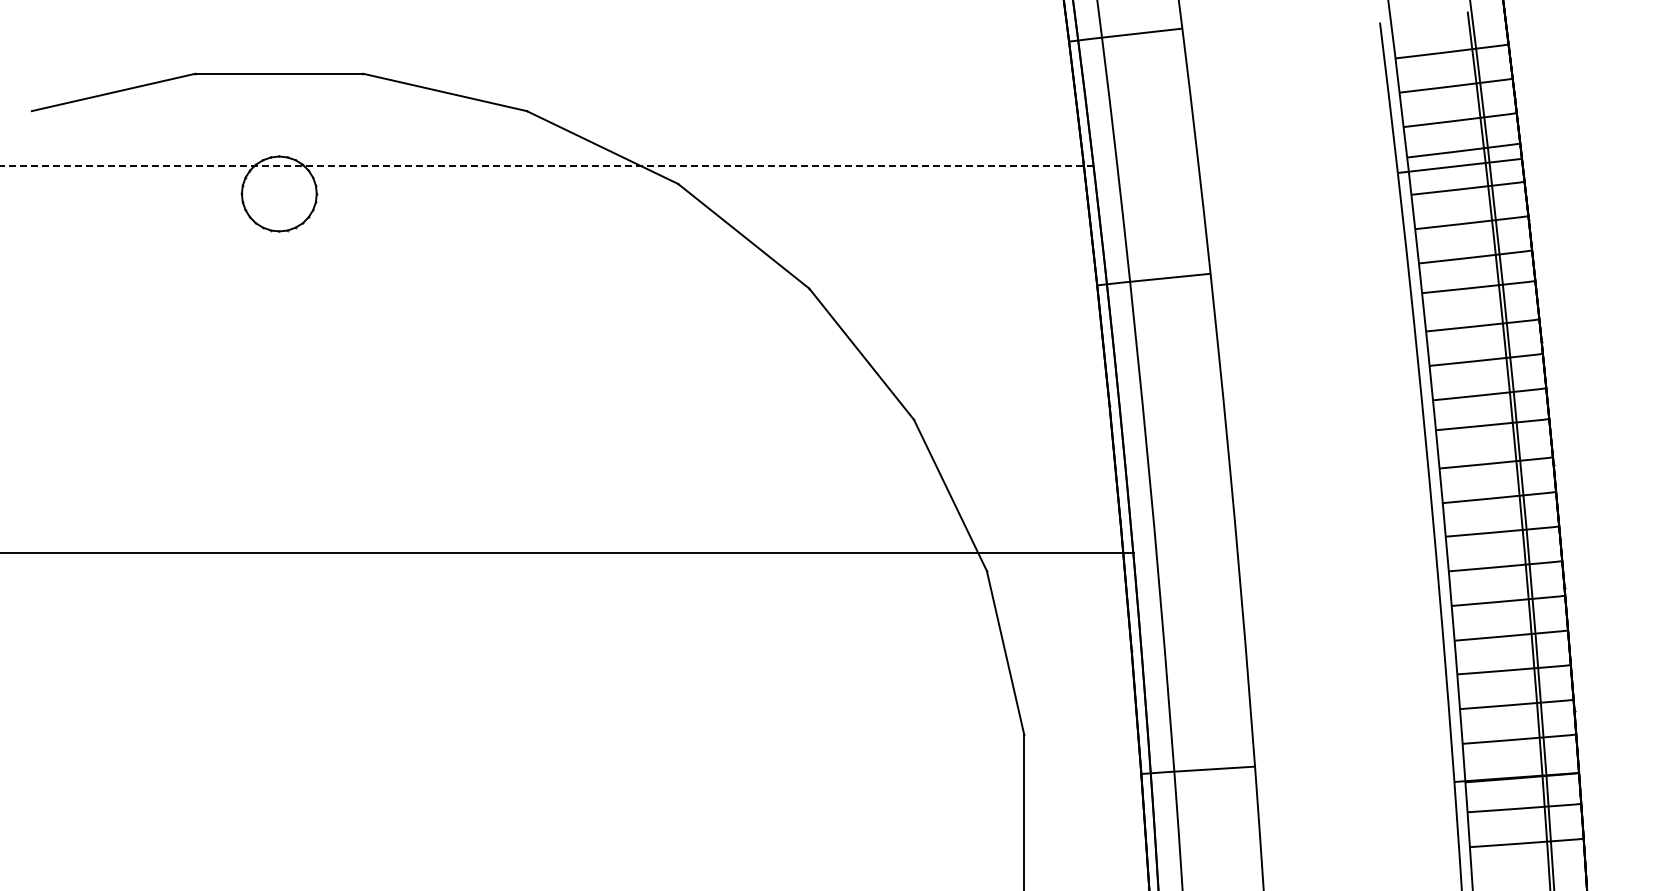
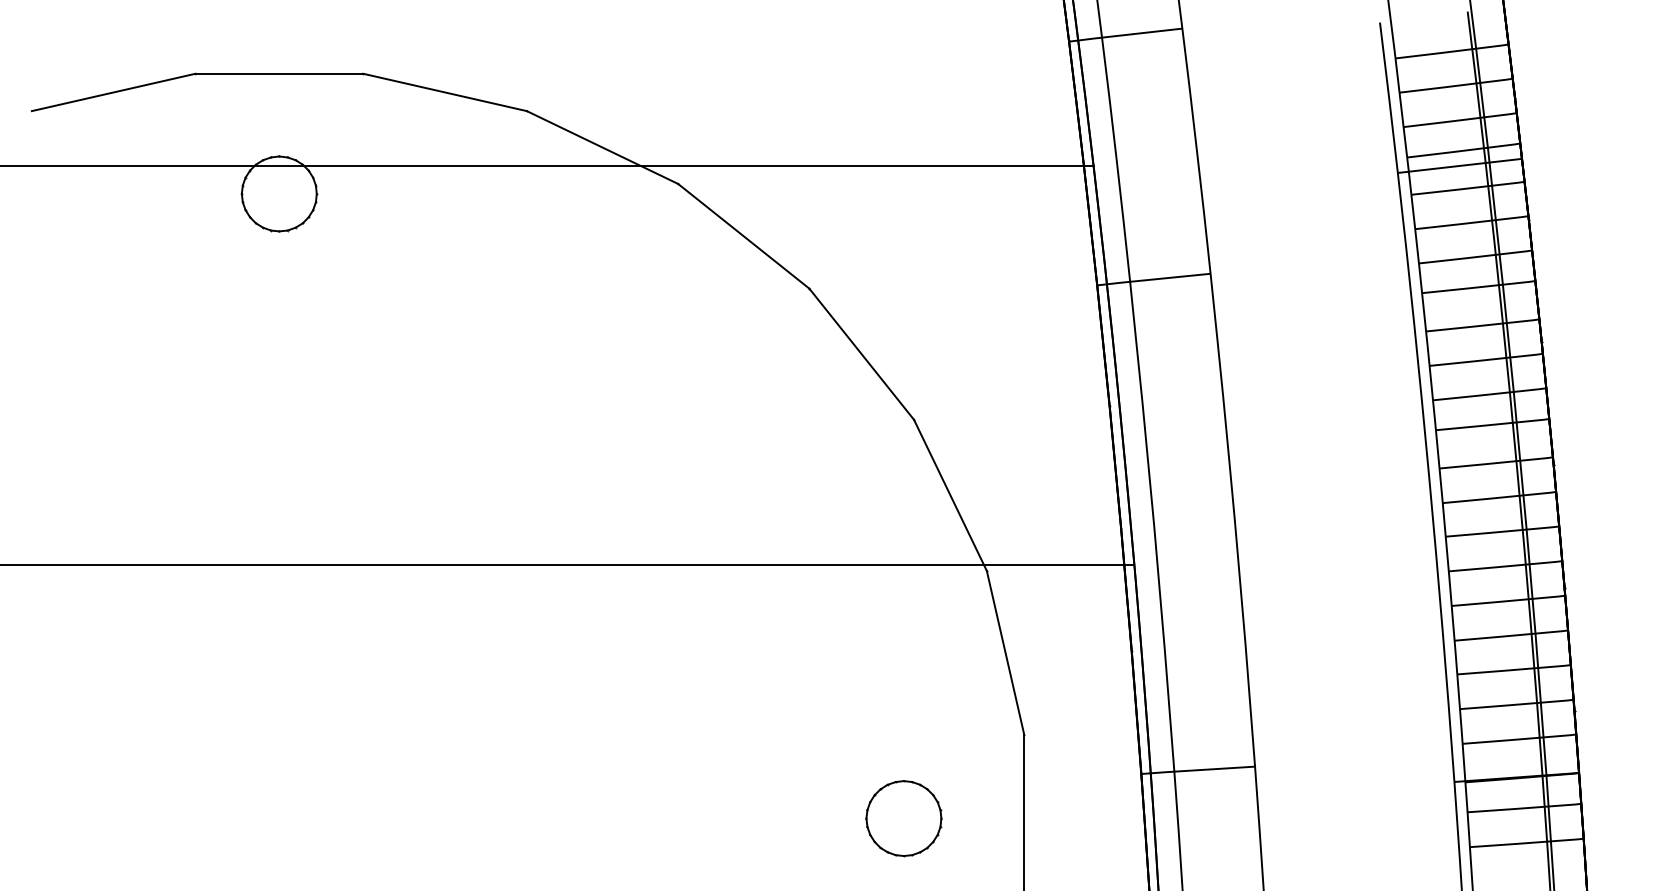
line at (546, 165): dashed -> solid
line at (568, 552) position: (568, 552) -> (568, 564)
part at (903, 818): none -> present
